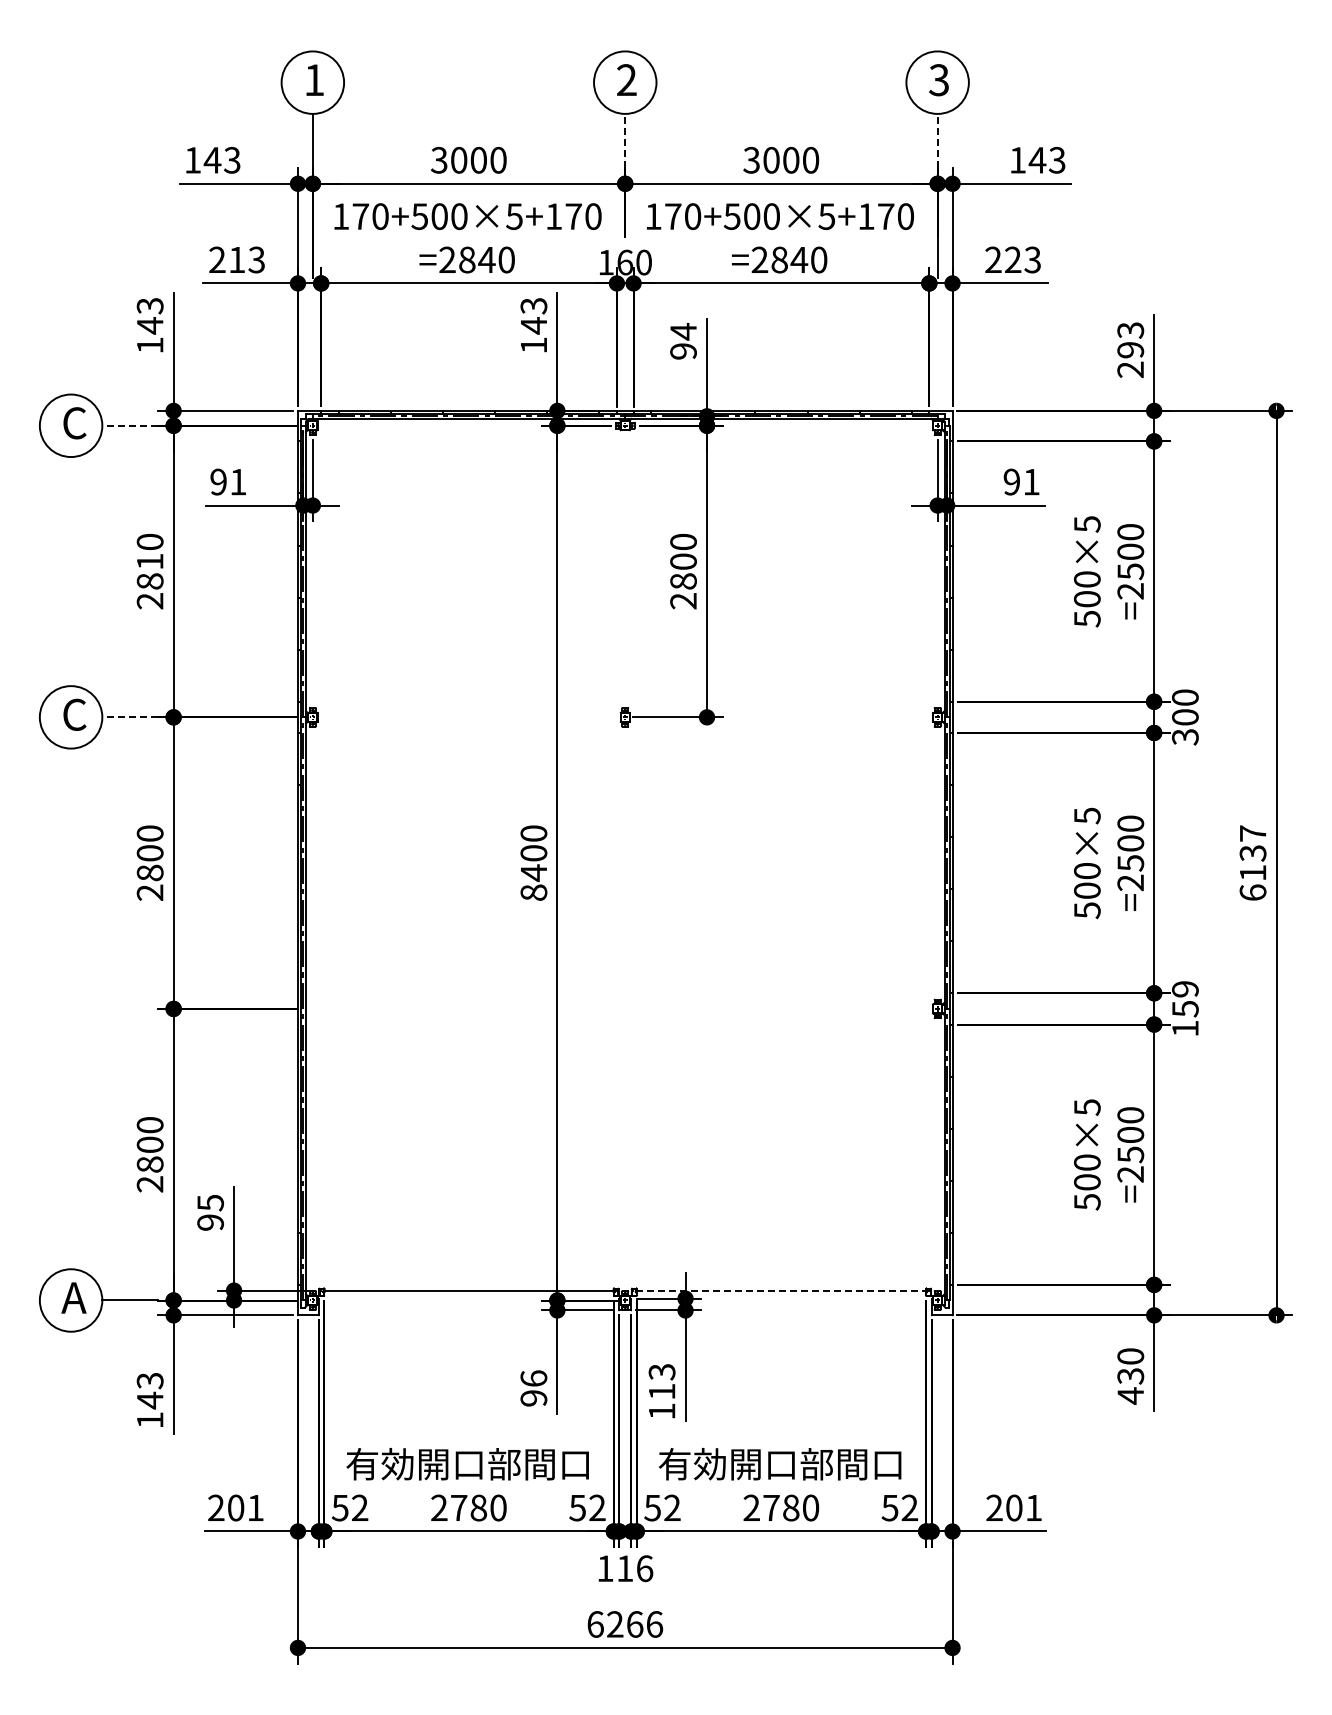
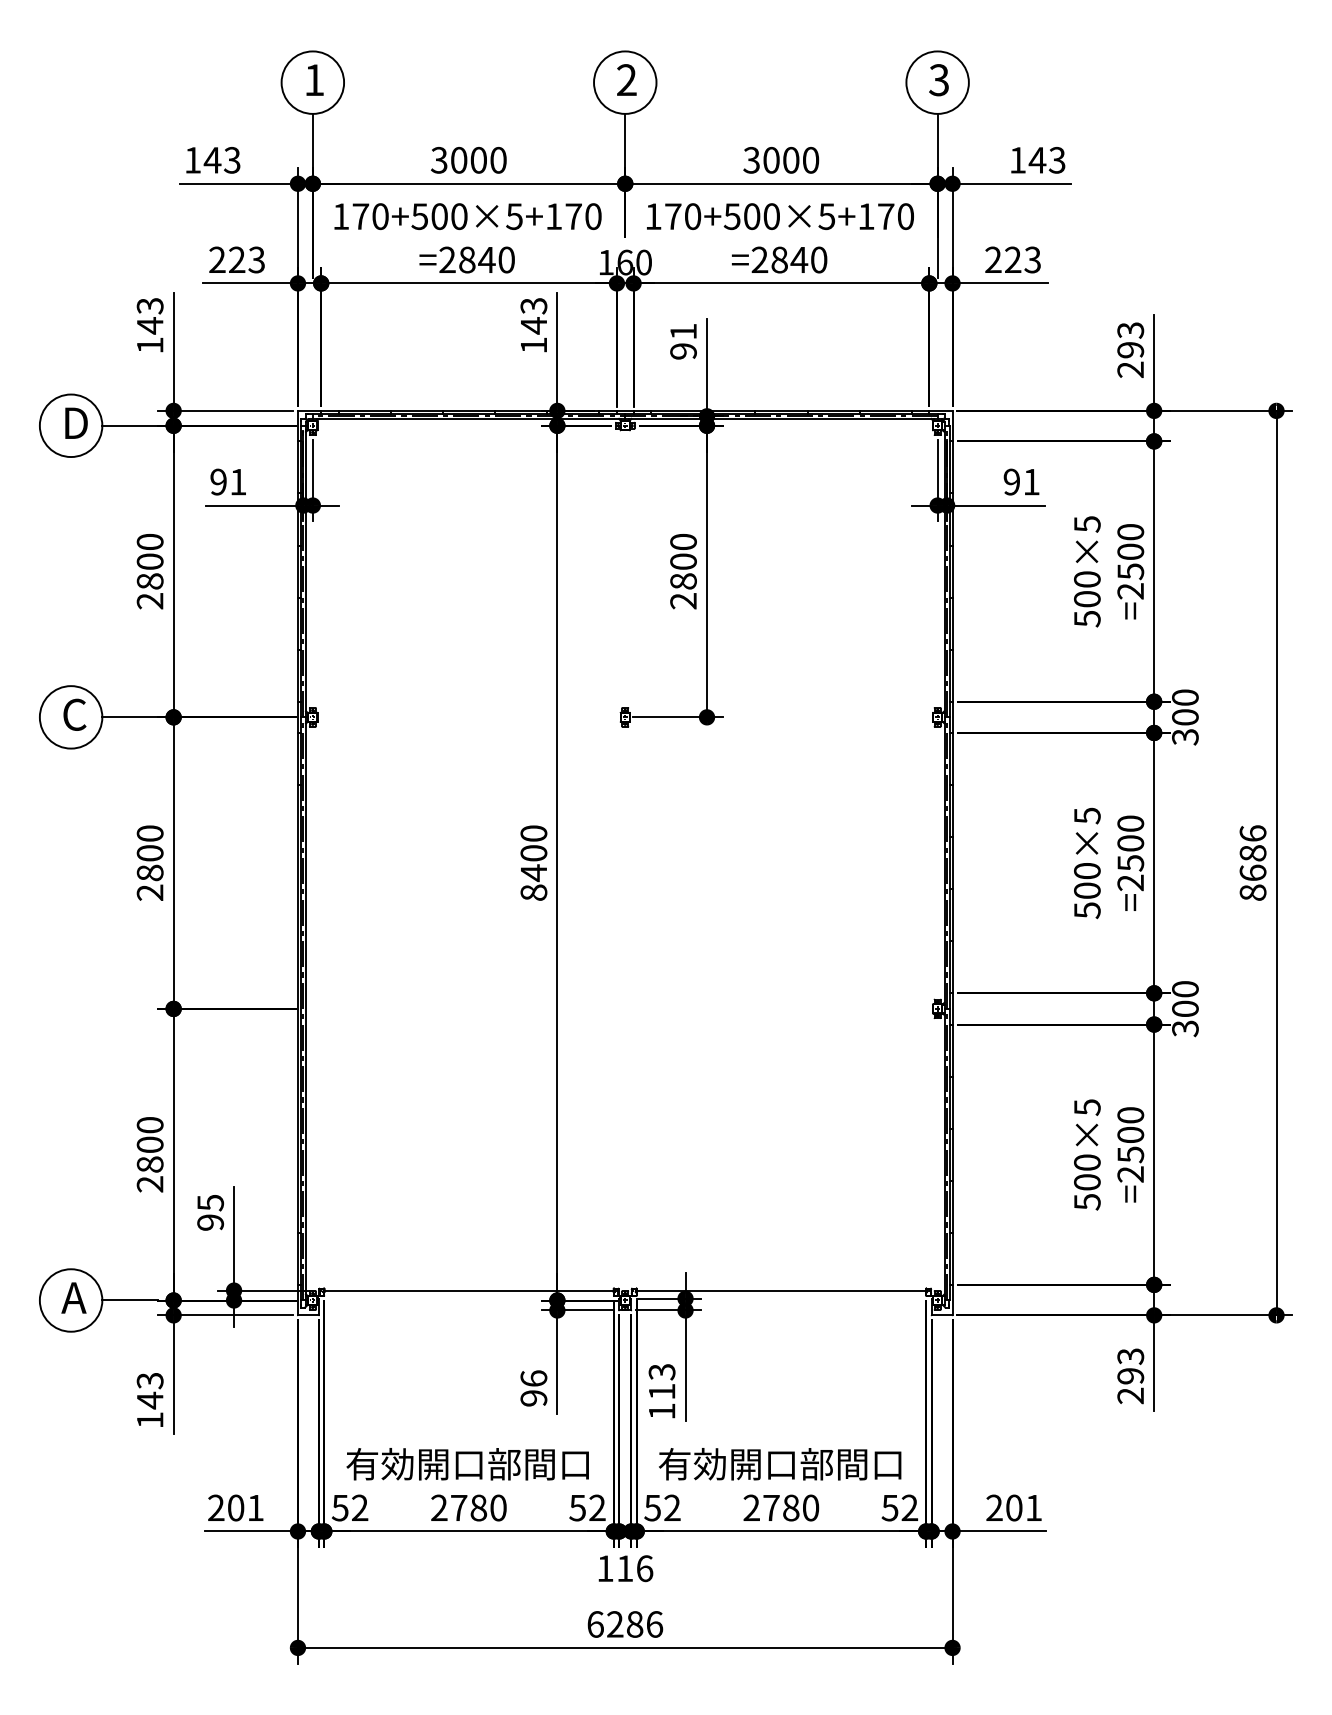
line at (625, 140): dashed -> solid
line at (937, 140): dashed -> solid
text at (237, 259): 213 -> 223
text at (683, 331): 94 -> 91
text at (75, 423): C -> D
line at (130, 425): dashed -> solid
text at (149, 561): 2810 -> 2800
line at (130, 717): dashed -> solid
text at (1252, 862): 6137 -> 8686
text at (1185, 1009): 159 -> 300
line at (781, 1290): dashed -> solid
text at (1130, 1376): 430 -> 293
text at (635, 1624): 6266 -> 6286
